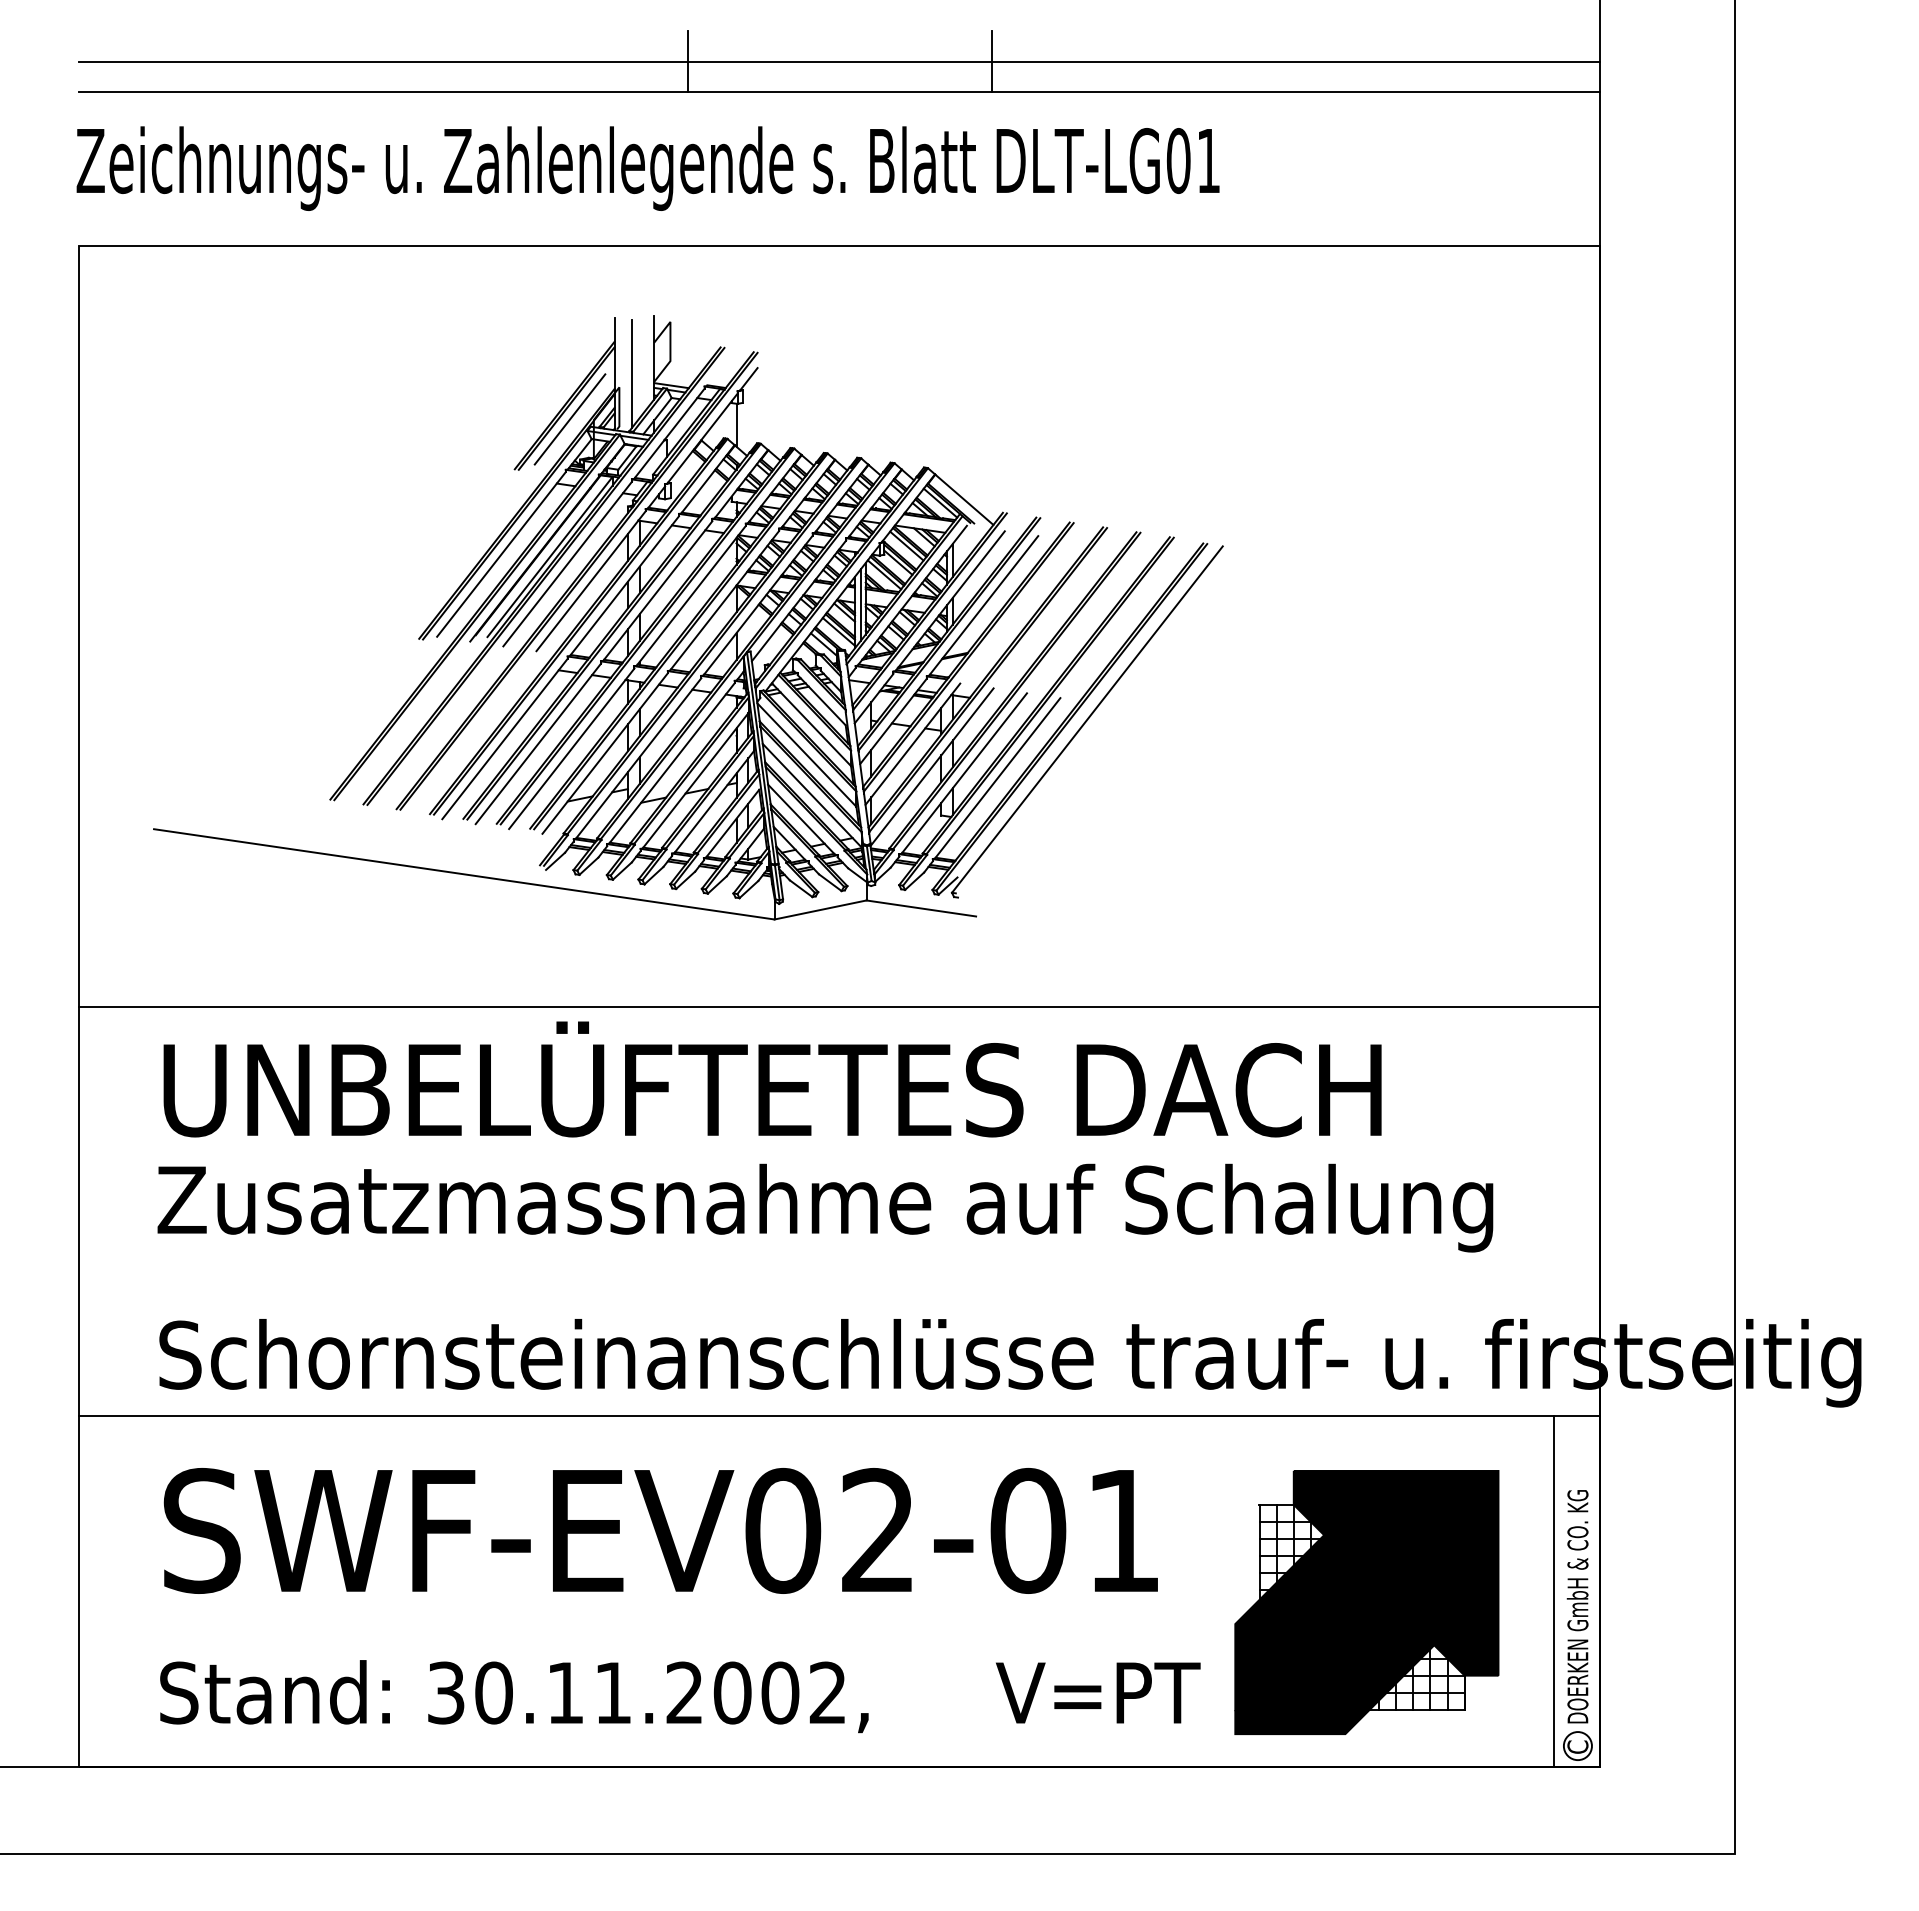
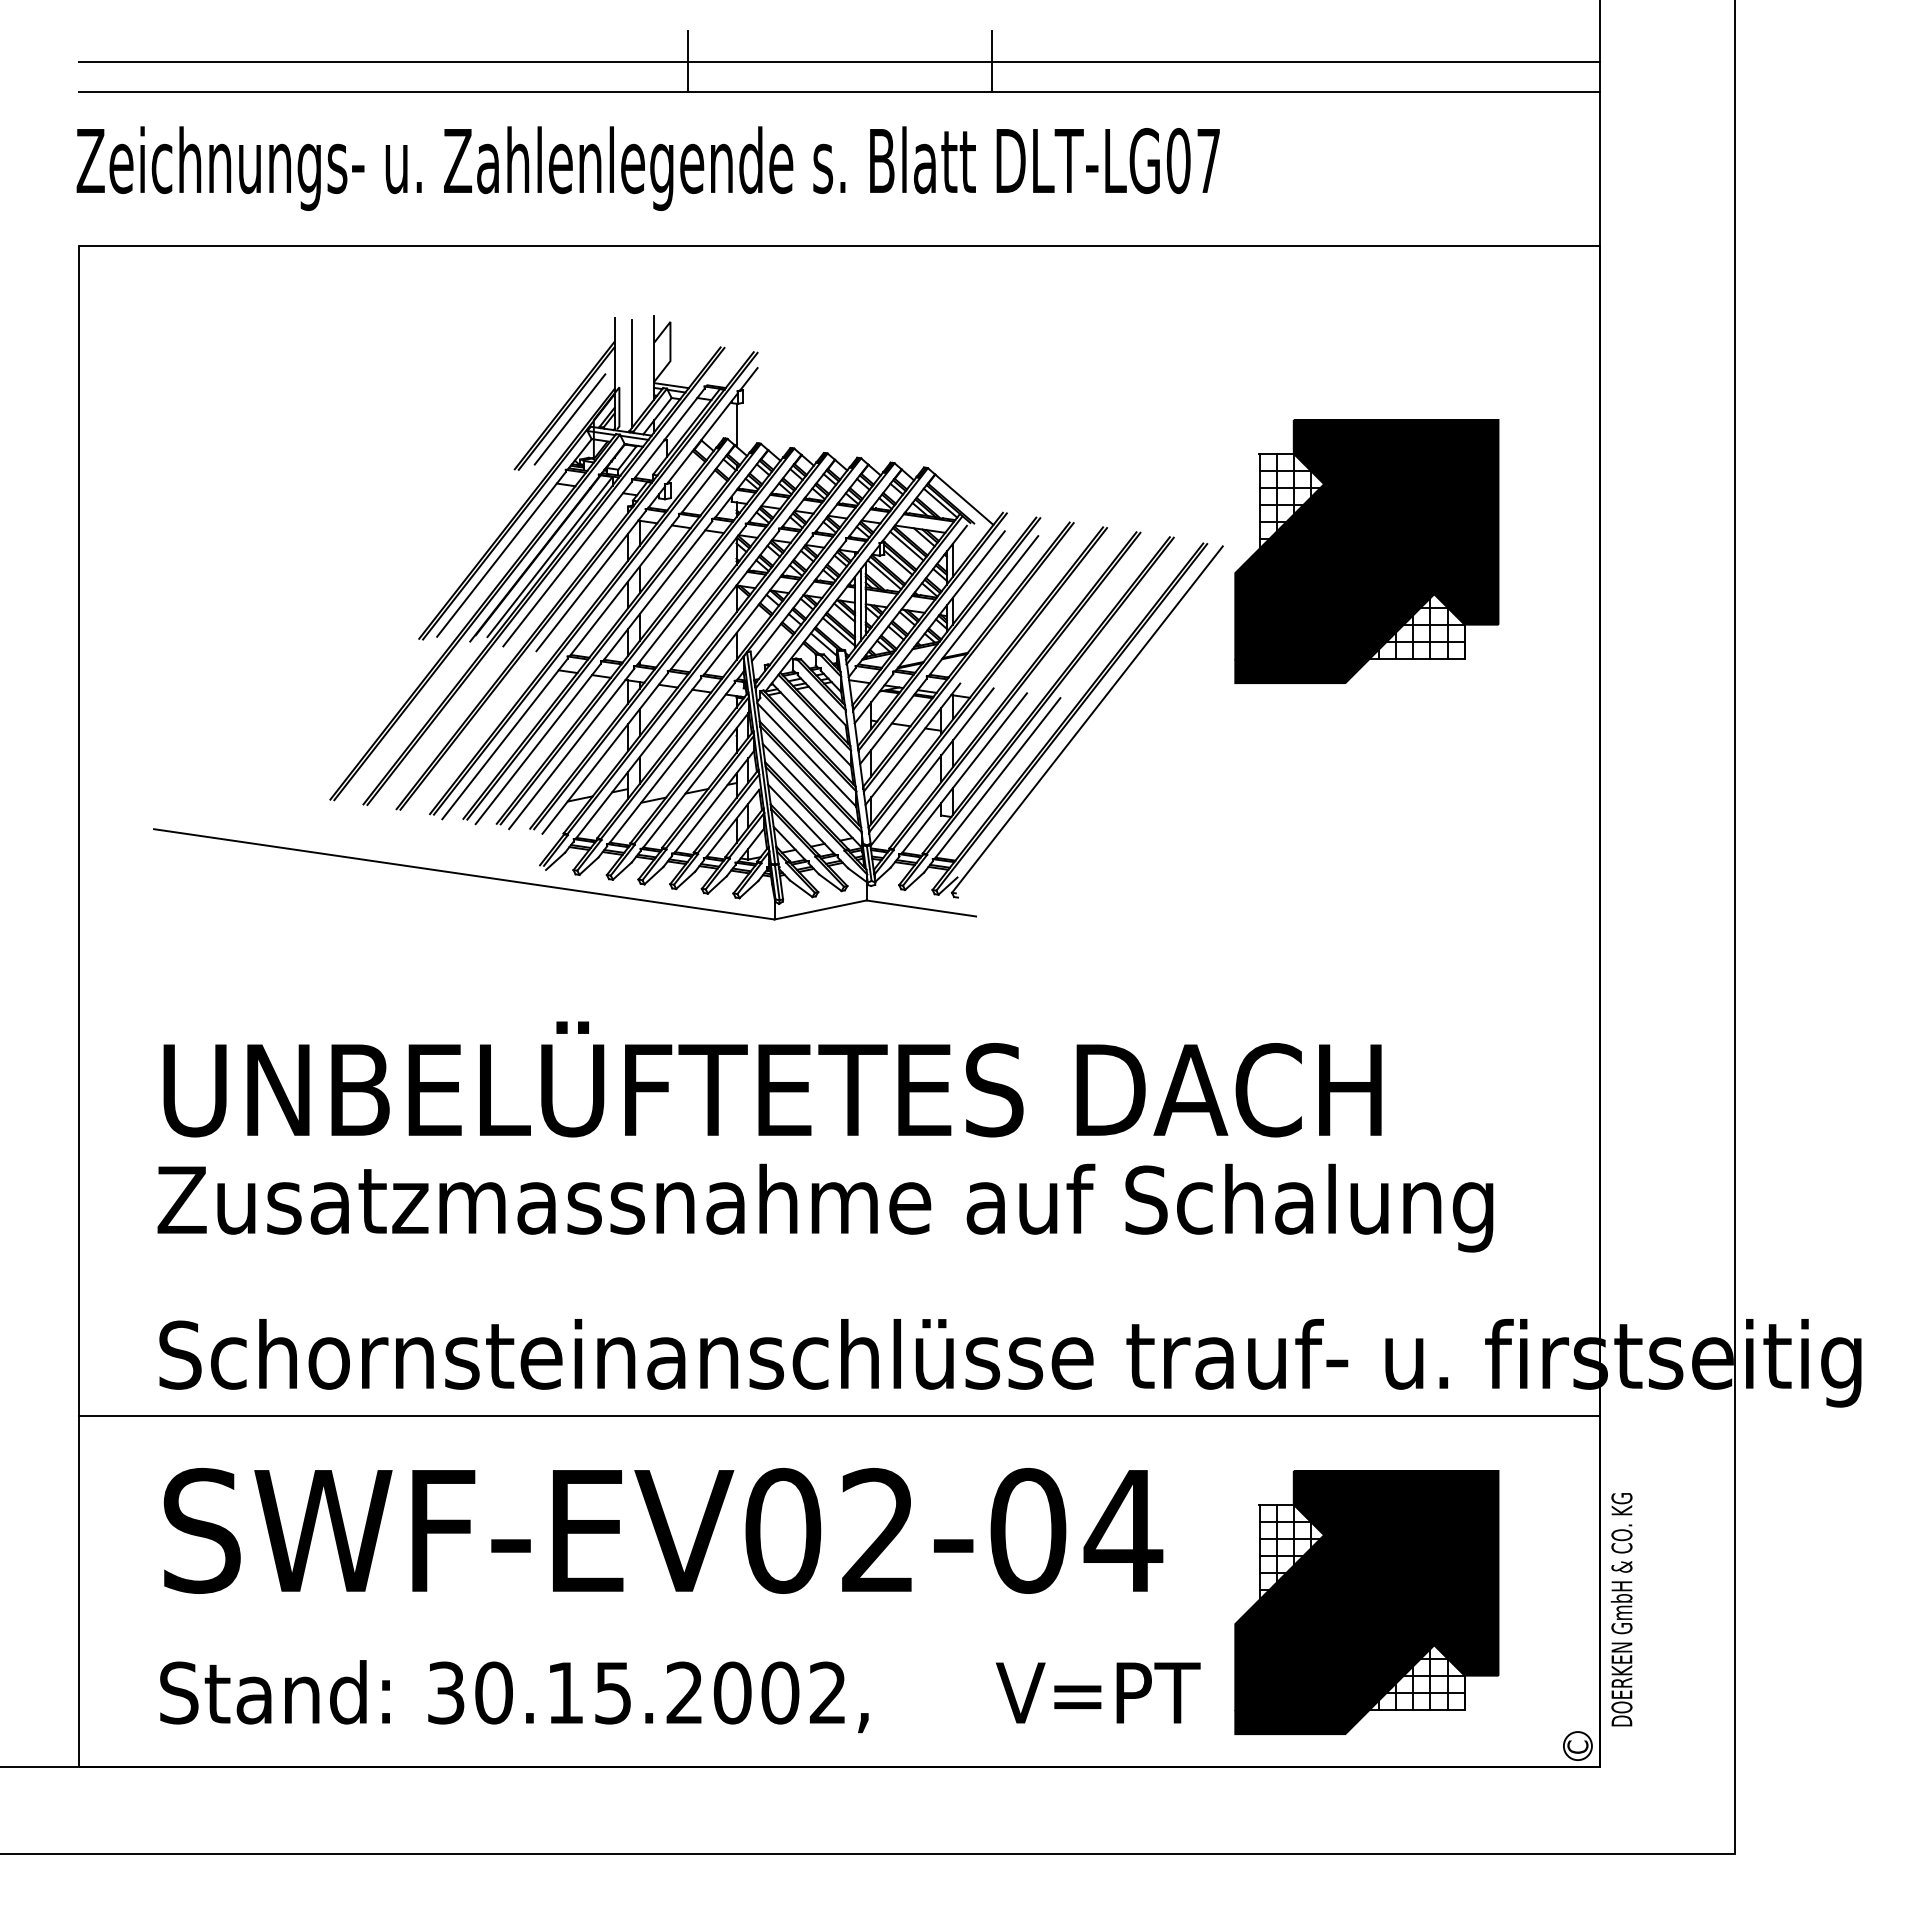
text at (1208, 160): DLT-LG01 -> DLT-LG07
part at (1366, 551): none -> present
line at (839, 1006): present -> none
text at (1123, 1530): SWF-EV02-01 -> SWF-EV02-04
line at (1553, 1590): present -> none
text at (1577, 1606) position: (1577, 1606) -> (1621, 1609)
text at (612, 1693): 30.11.2002, -> 30.15.2002,
